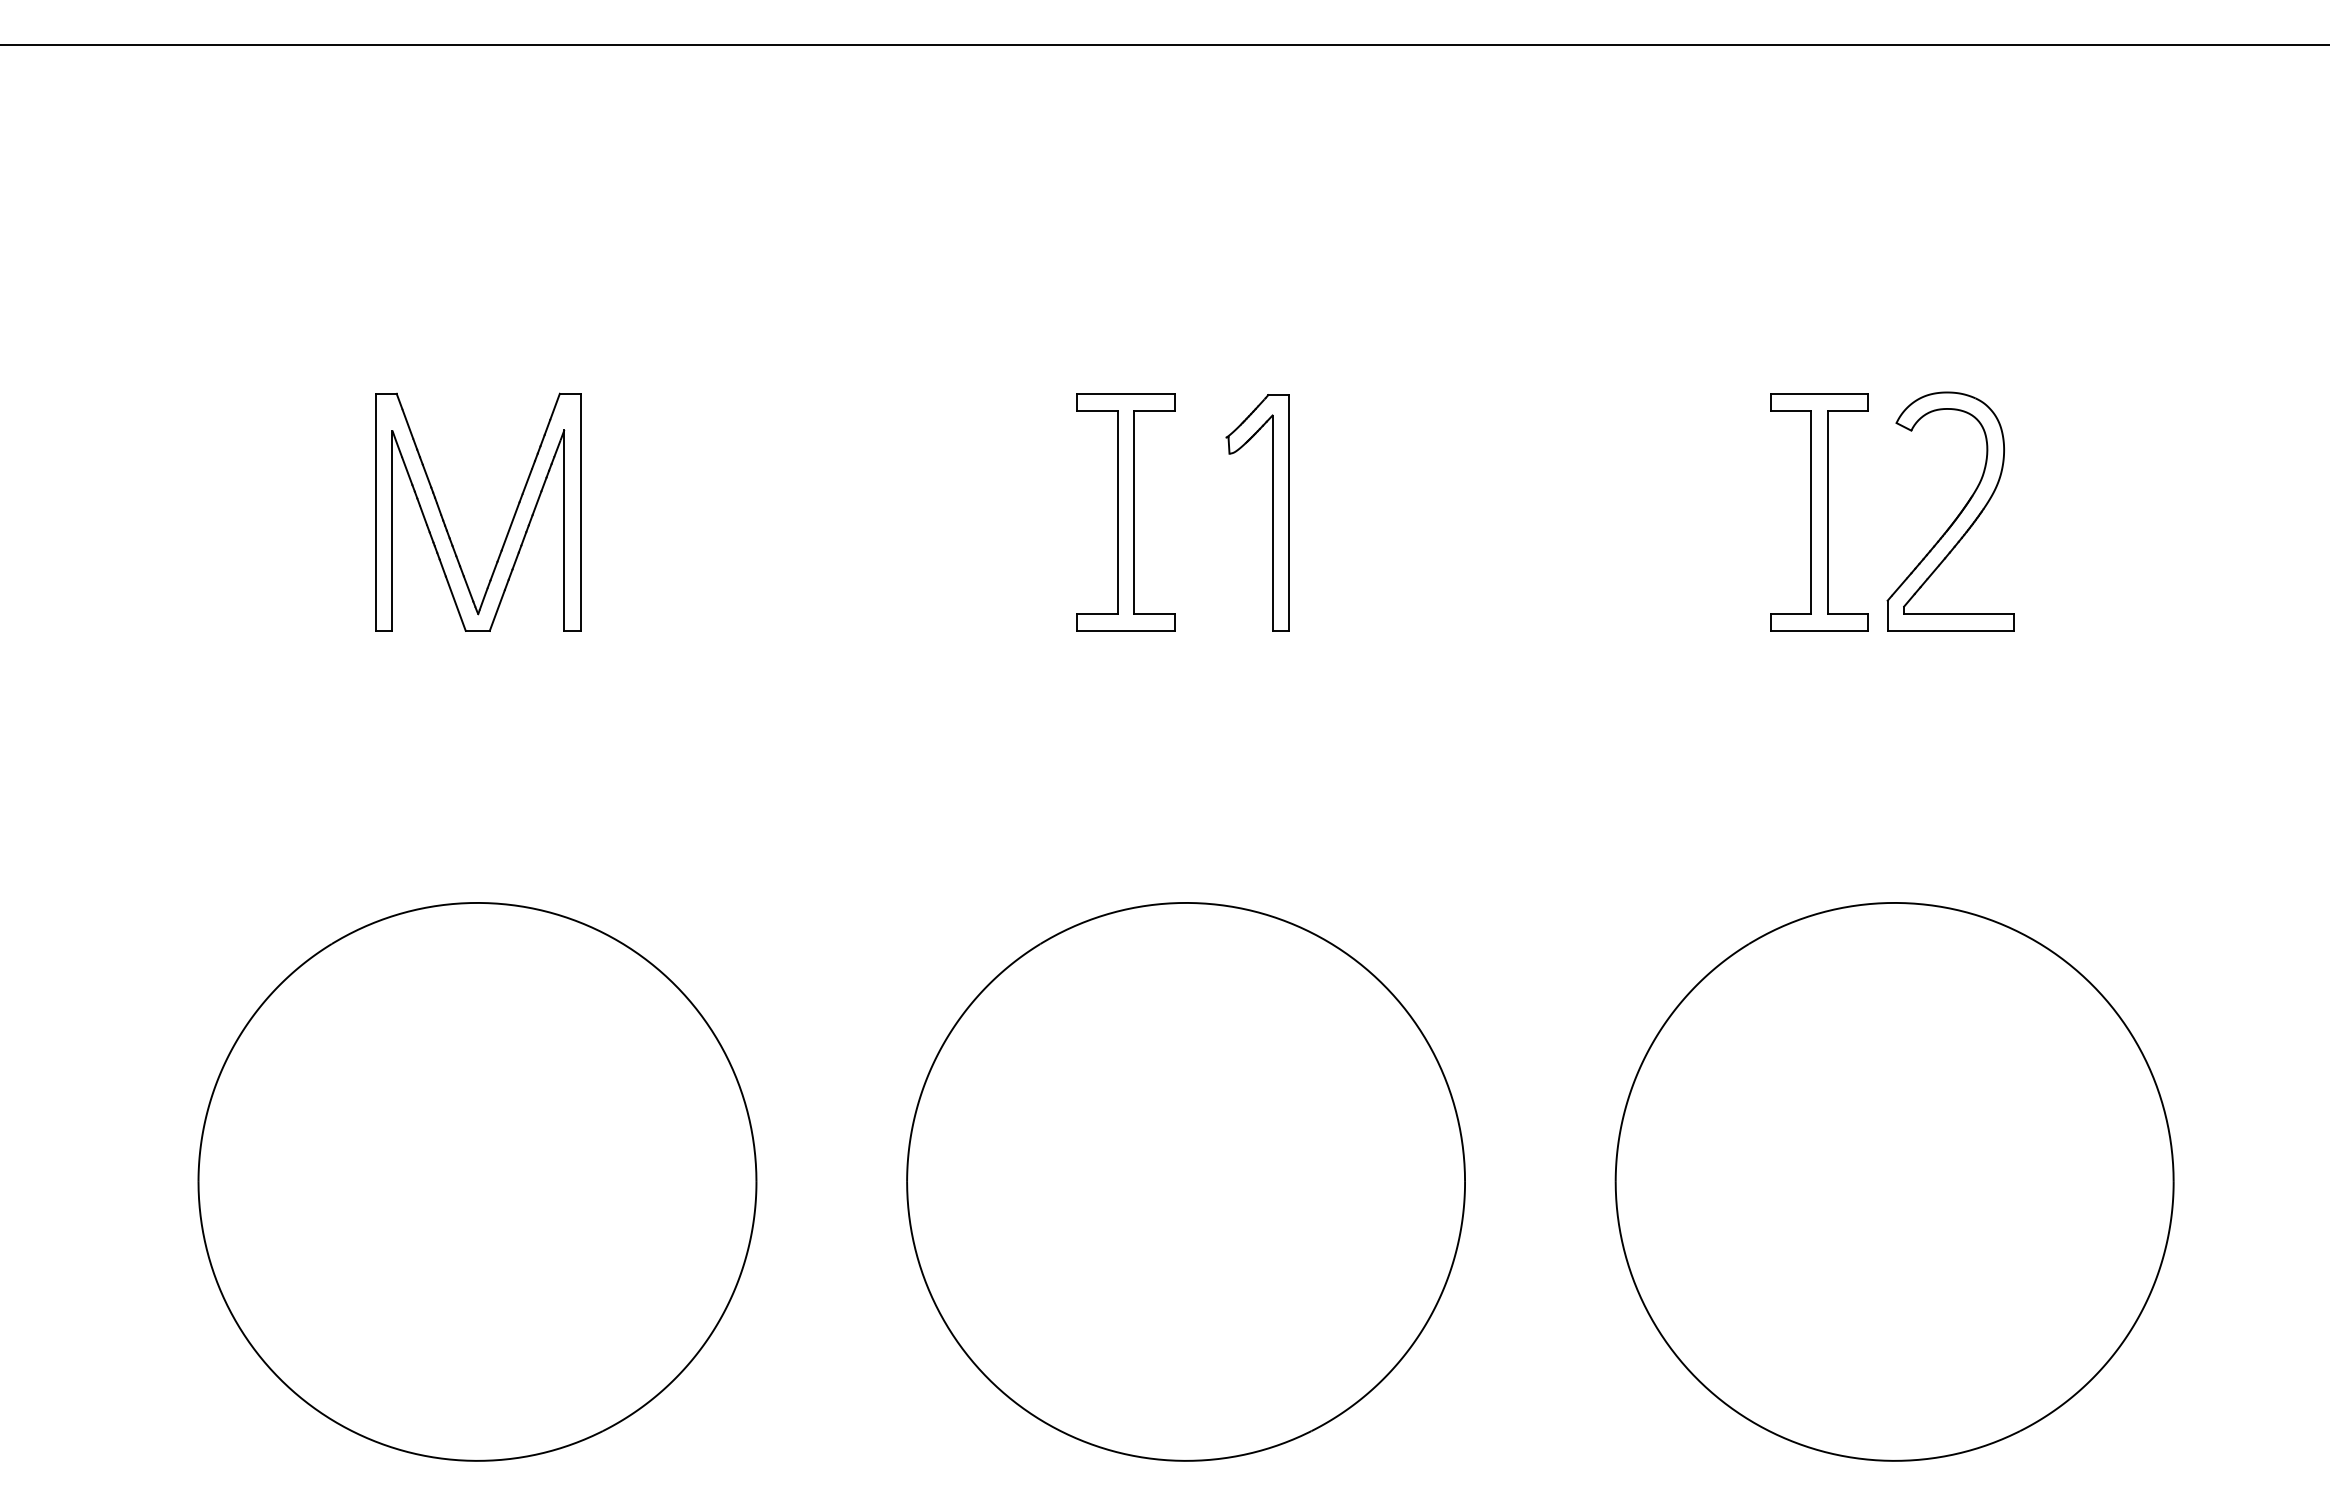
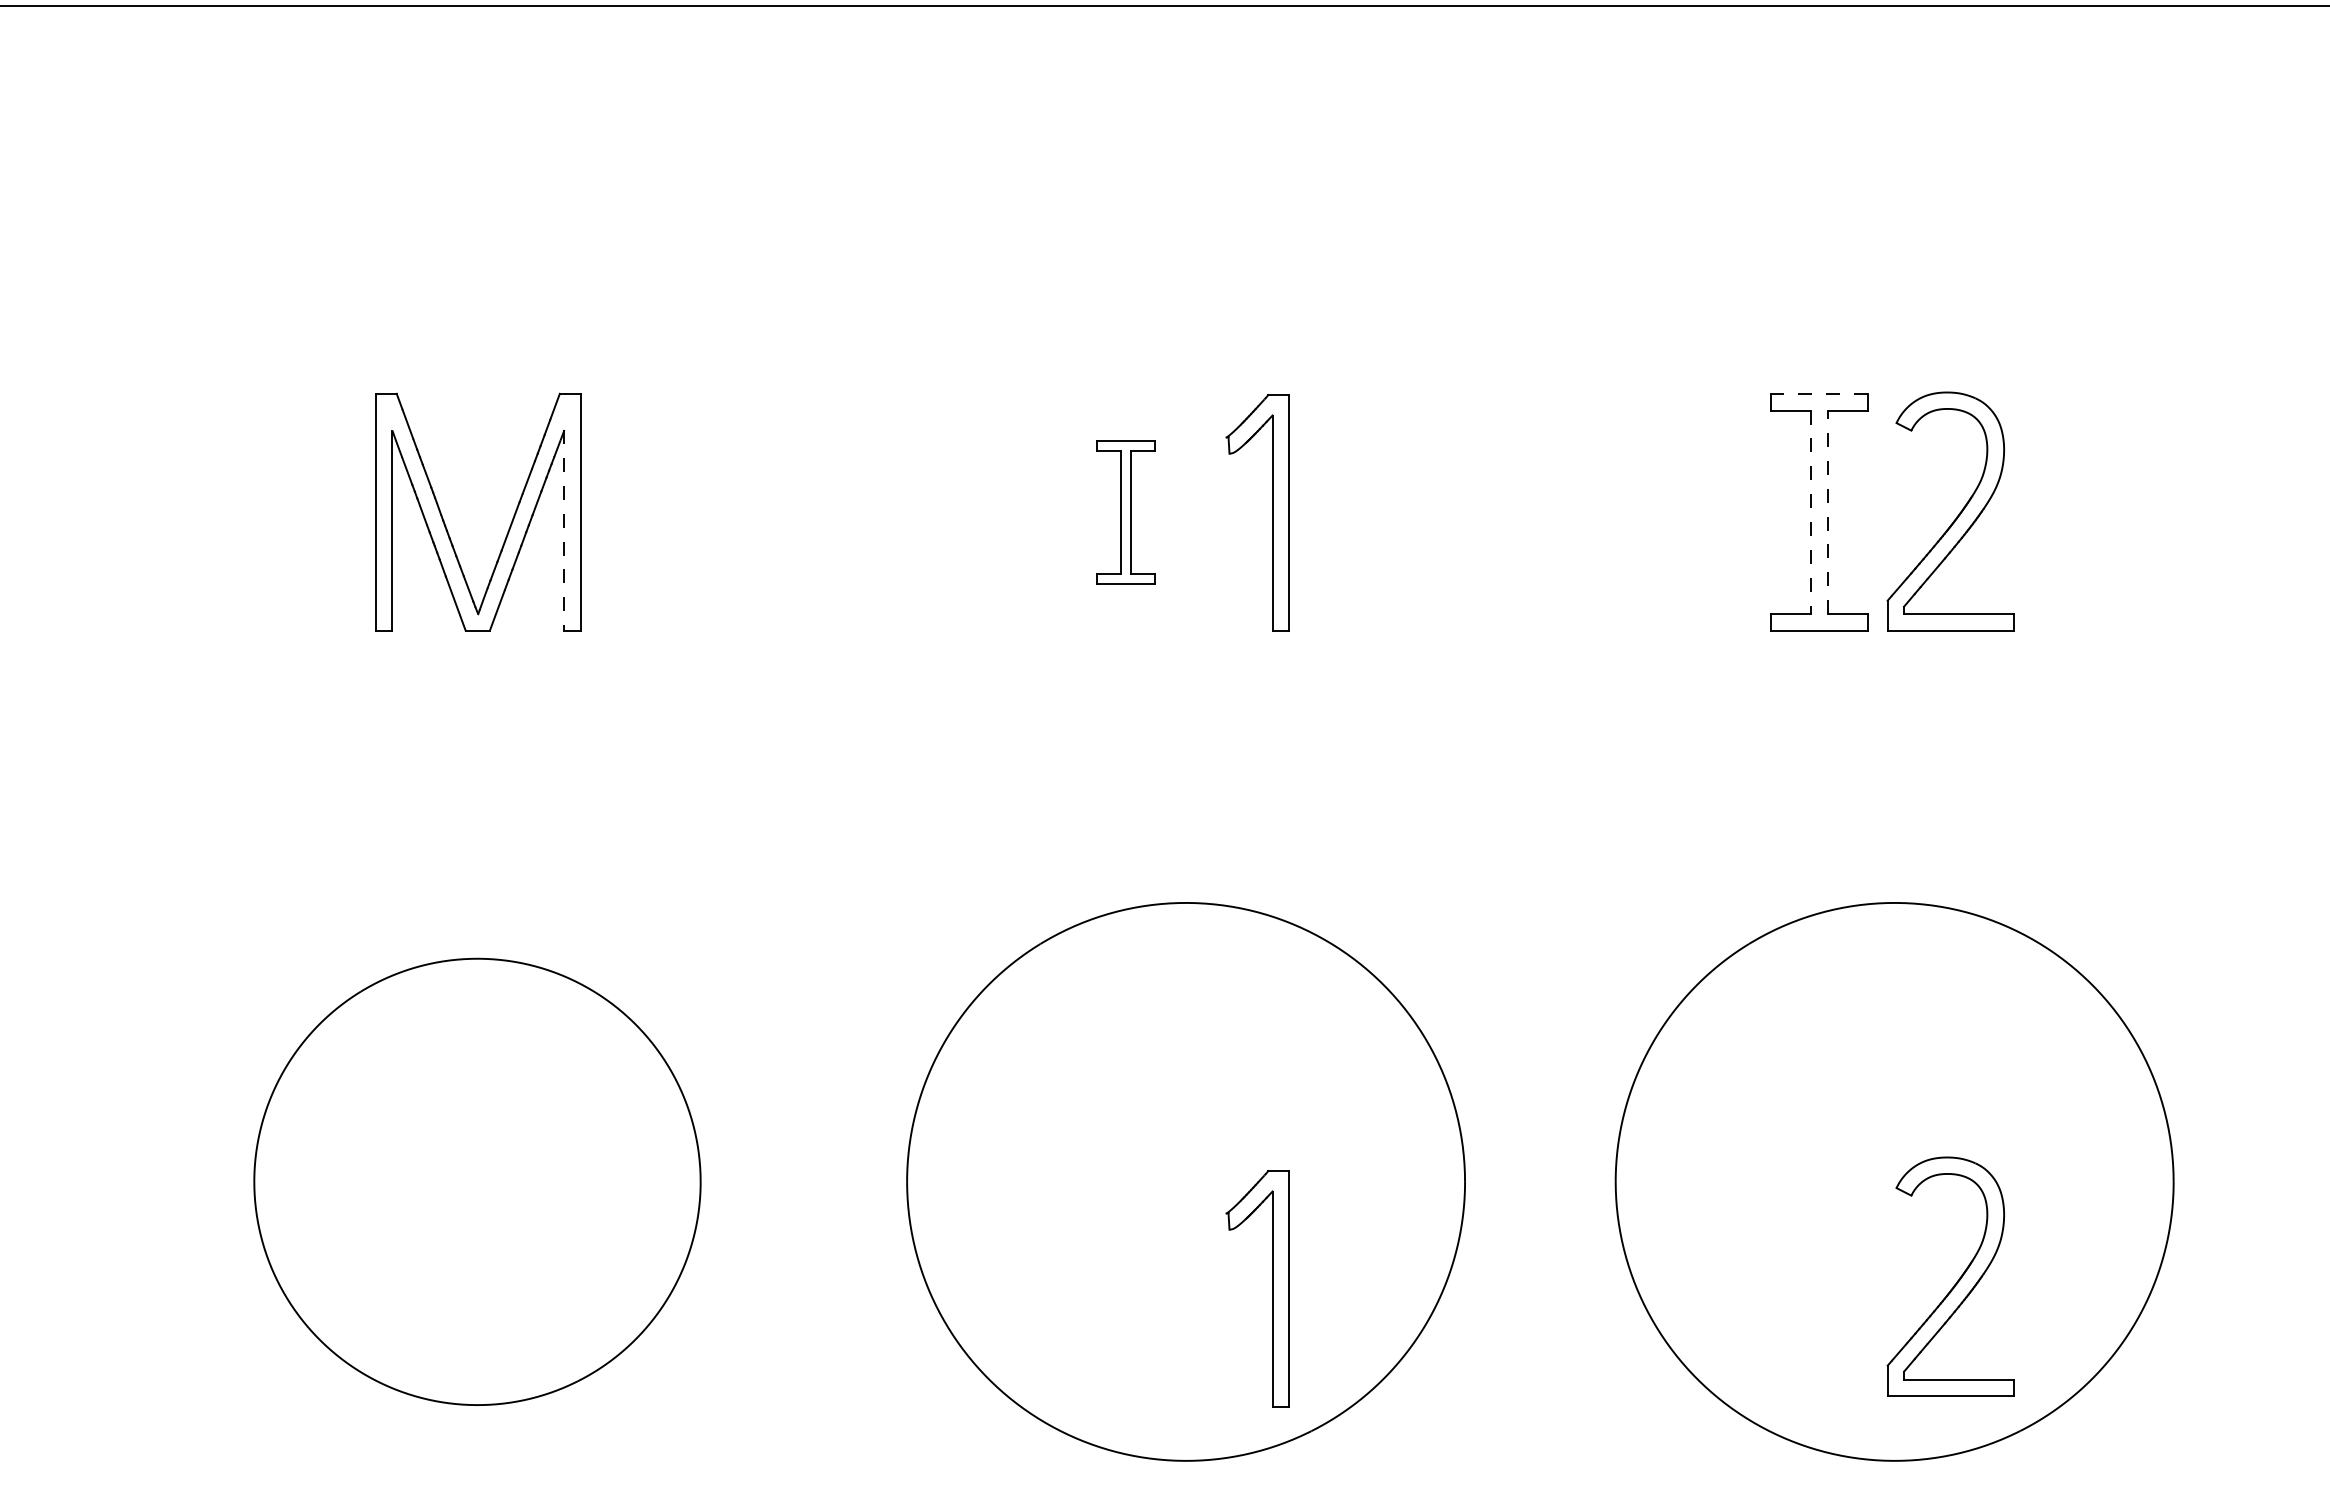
line at (1164, 45) position: (1164, 45) -> (1164, 6)
line at (1819, 393): solid -> dashed
part at (1125, 512) size: 100x239 px -> 60x145 px
line at (1810, 512): solid -> dashed
line at (1827, 512): solid -> dashed
line at (564, 530): solid -> dashed
part at (477, 1181) size: 561x560 px -> 449x449 px
part at (1956, 1281): none -> present
part at (1272, 1288): none -> present
